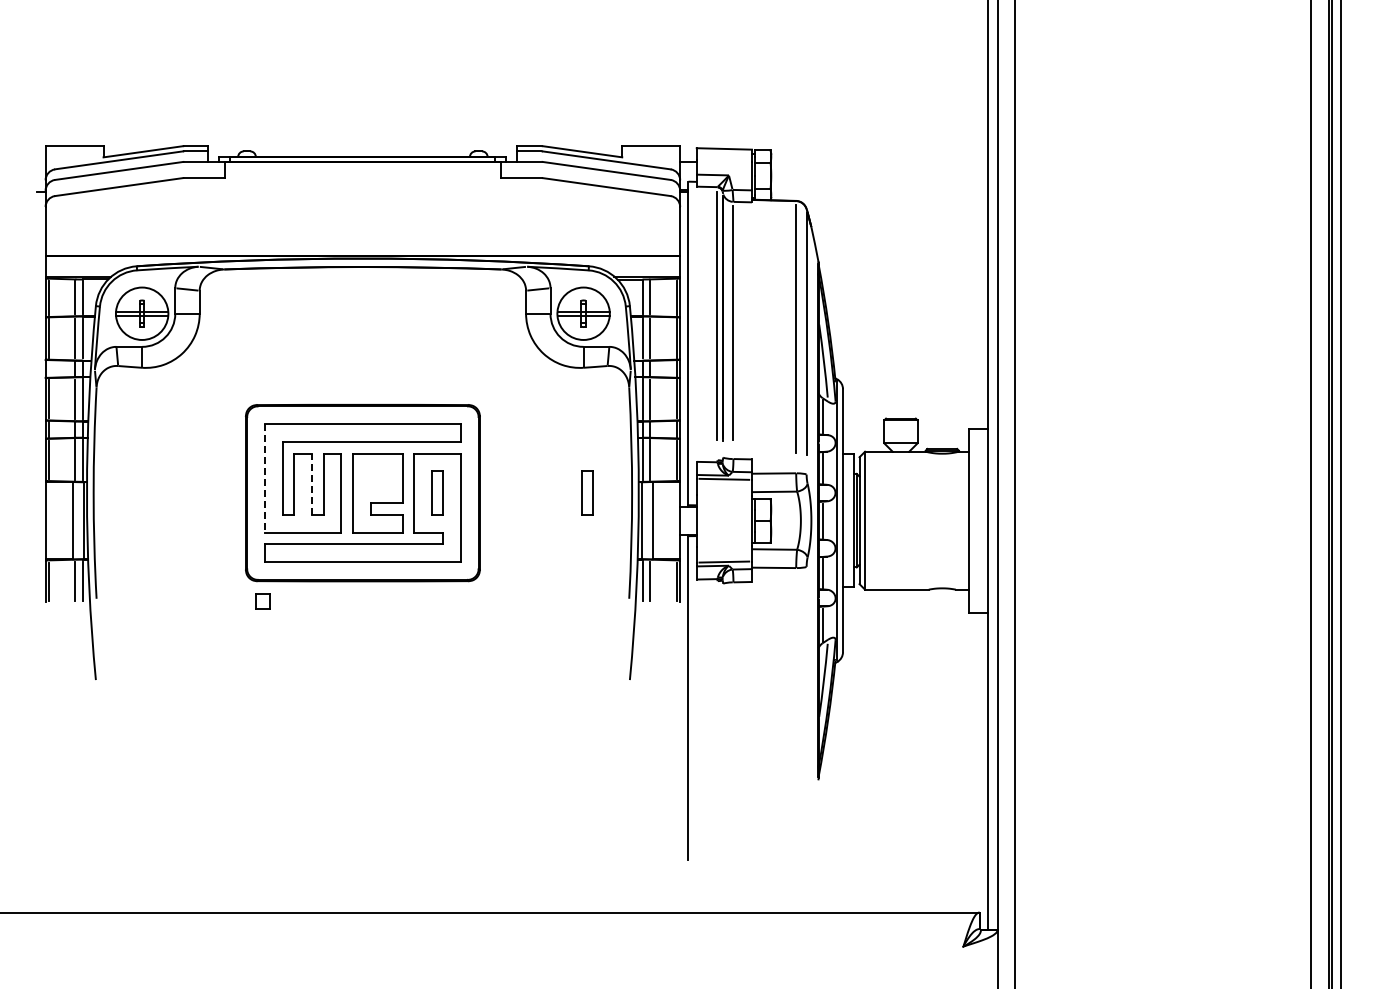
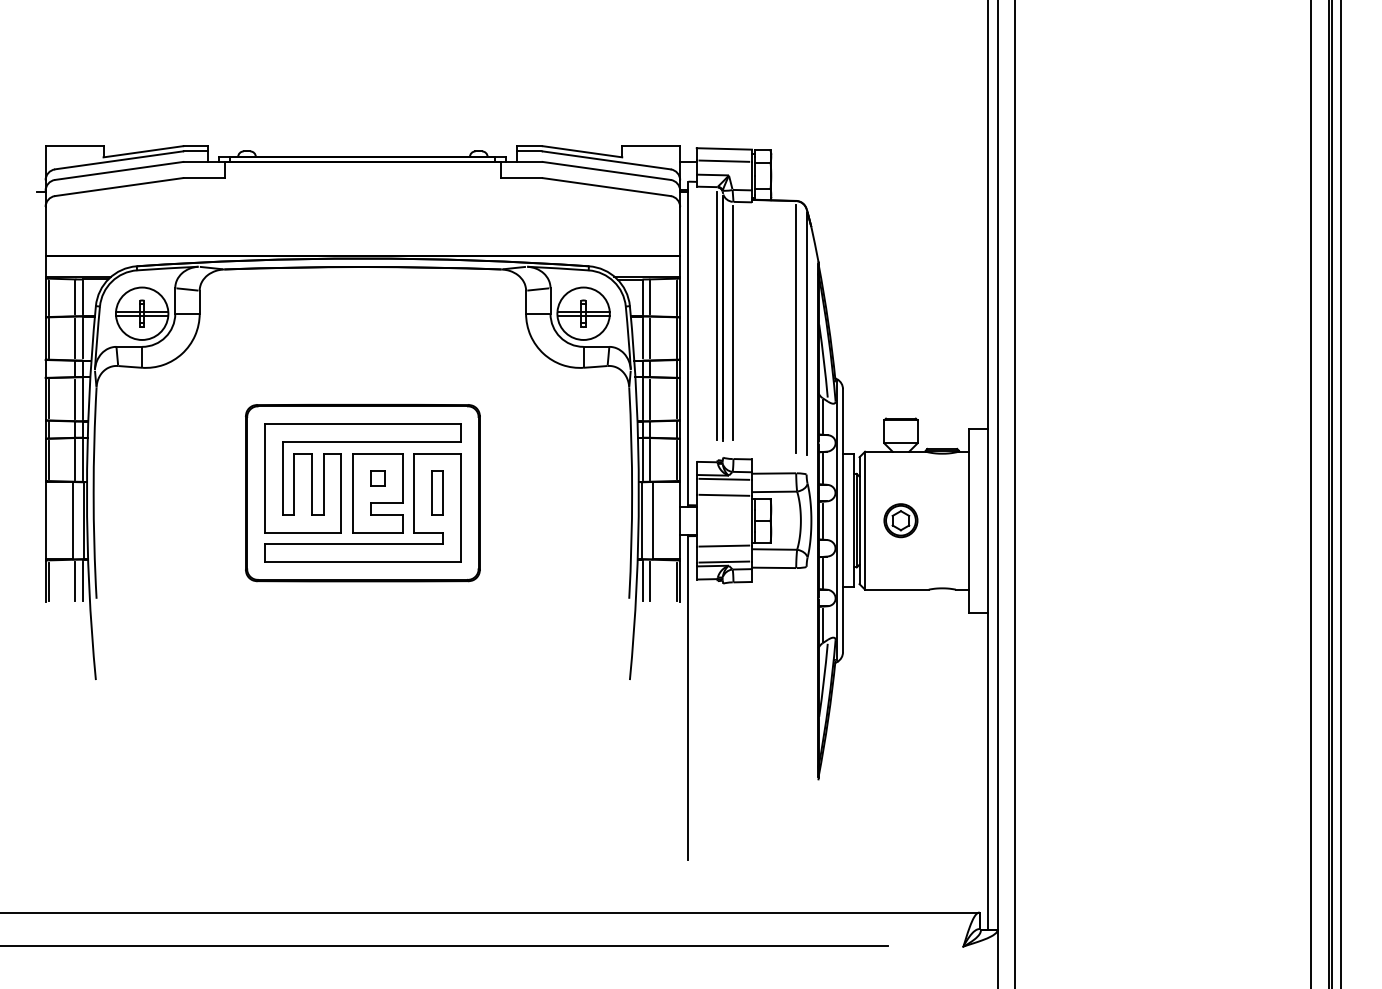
line at (724, 160): none -> present
line at (264, 478): dashed -> solid
line at (311, 484): dashed -> solid
part at (587, 492): present -> none
line at (724, 494): none -> present
part at (900, 520): none -> present
line at (724, 545): none -> present
part at (262, 601) position: (262, 601) -> (377, 478)
line at (445, 945): none -> present
